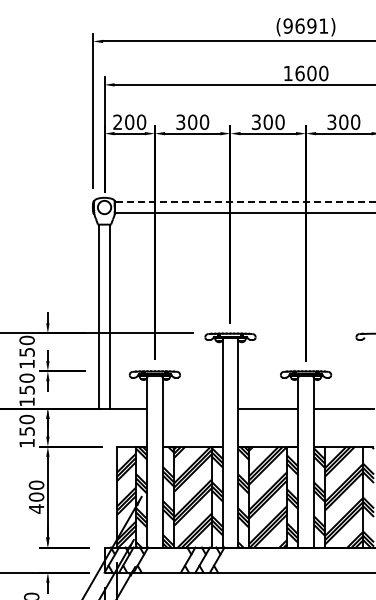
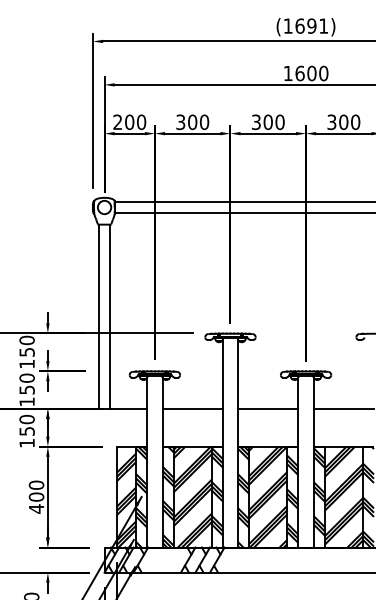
text at (287, 25): (9691) -> (1691)
line at (244, 202): dashed -> solid
line at (192, 408): none -> present
